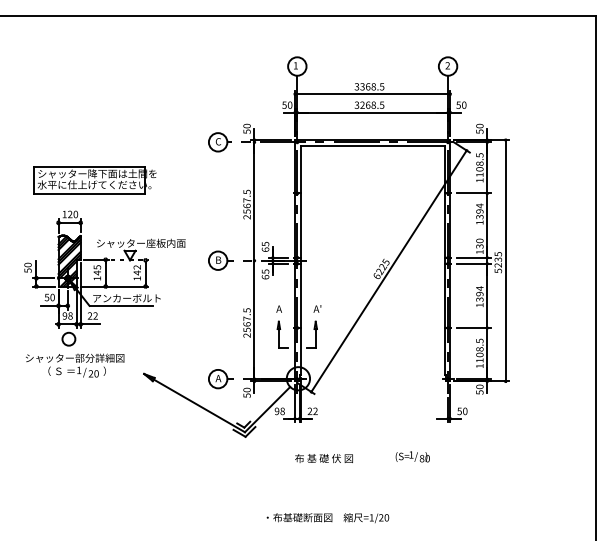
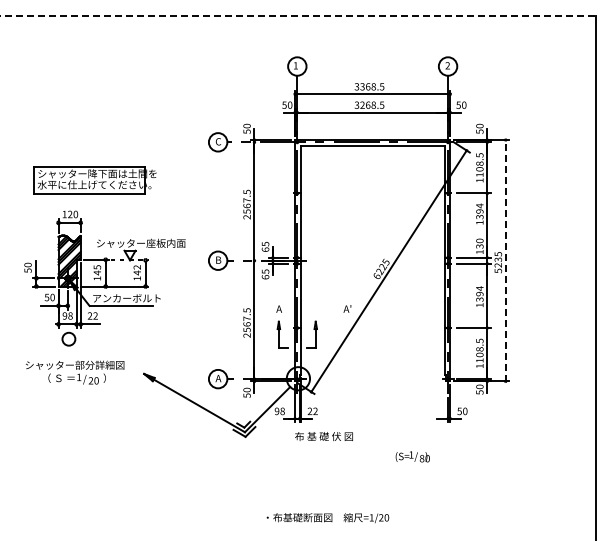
line at (298, 16): solid -> dashed
line at (505, 260): solid -> dashed
text at (317, 308) position: (317, 308) -> (347, 308)
text at (75, 365) position: (75, 365) -> (75, 372)
text at (323, 458) position: (323, 458) -> (323, 436)
